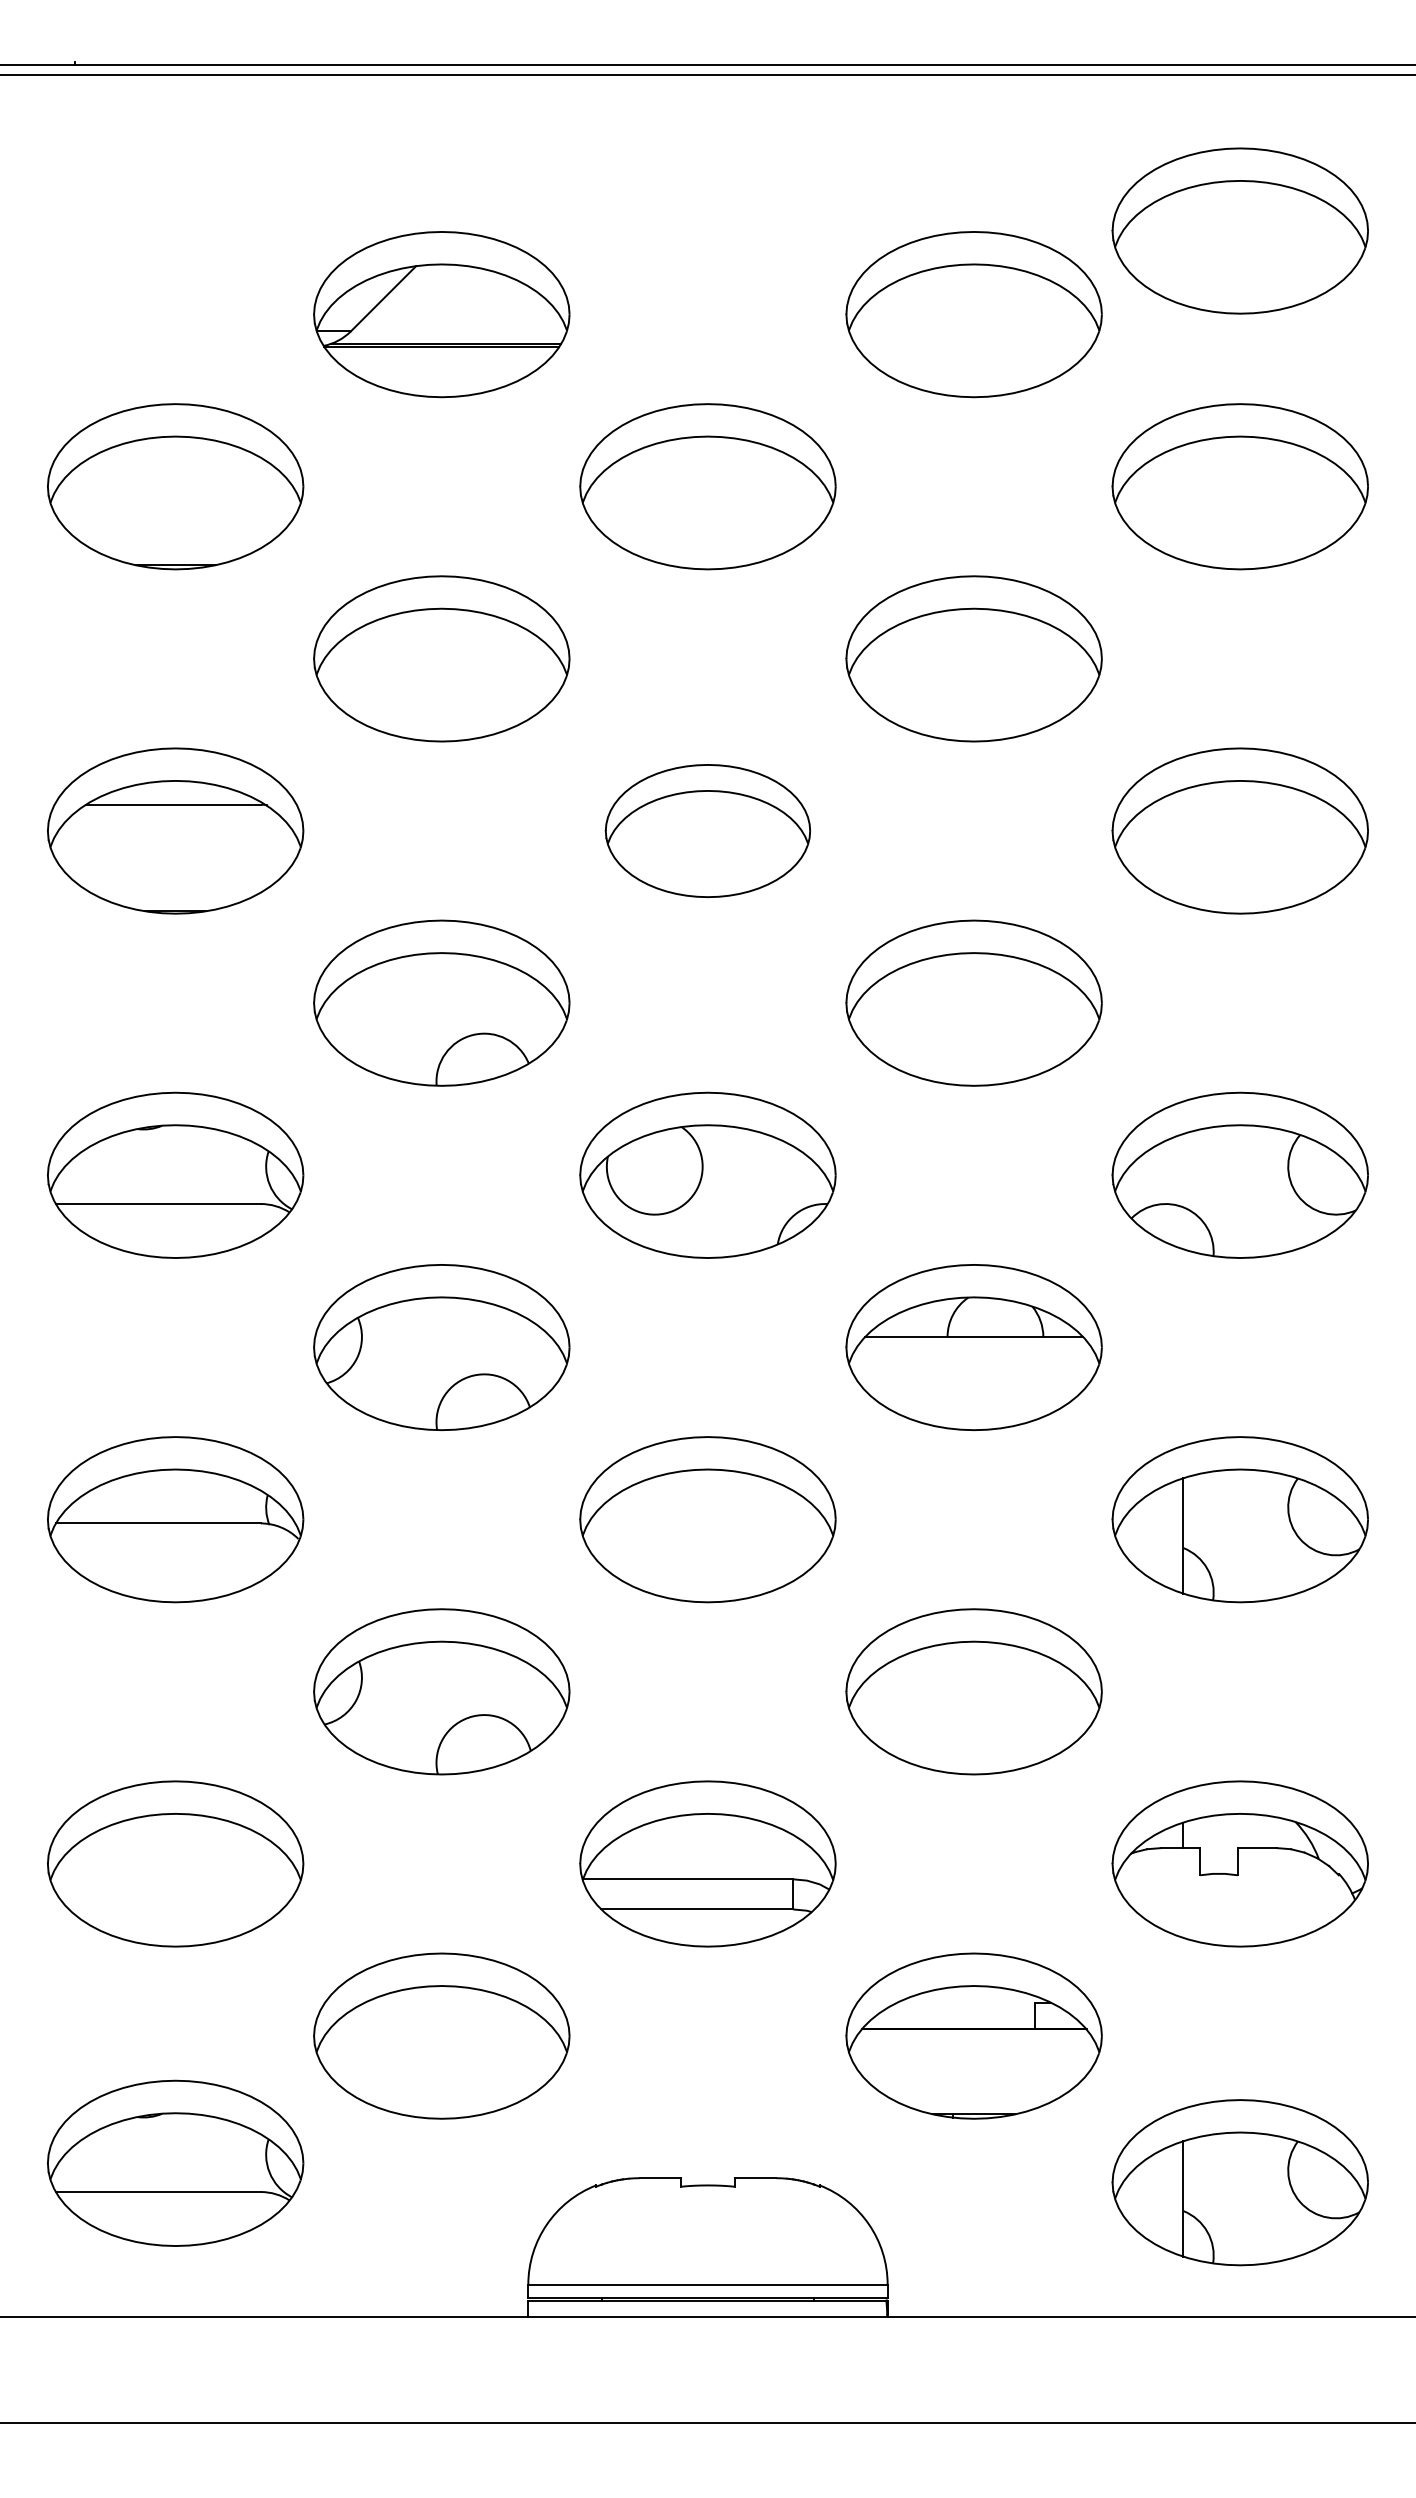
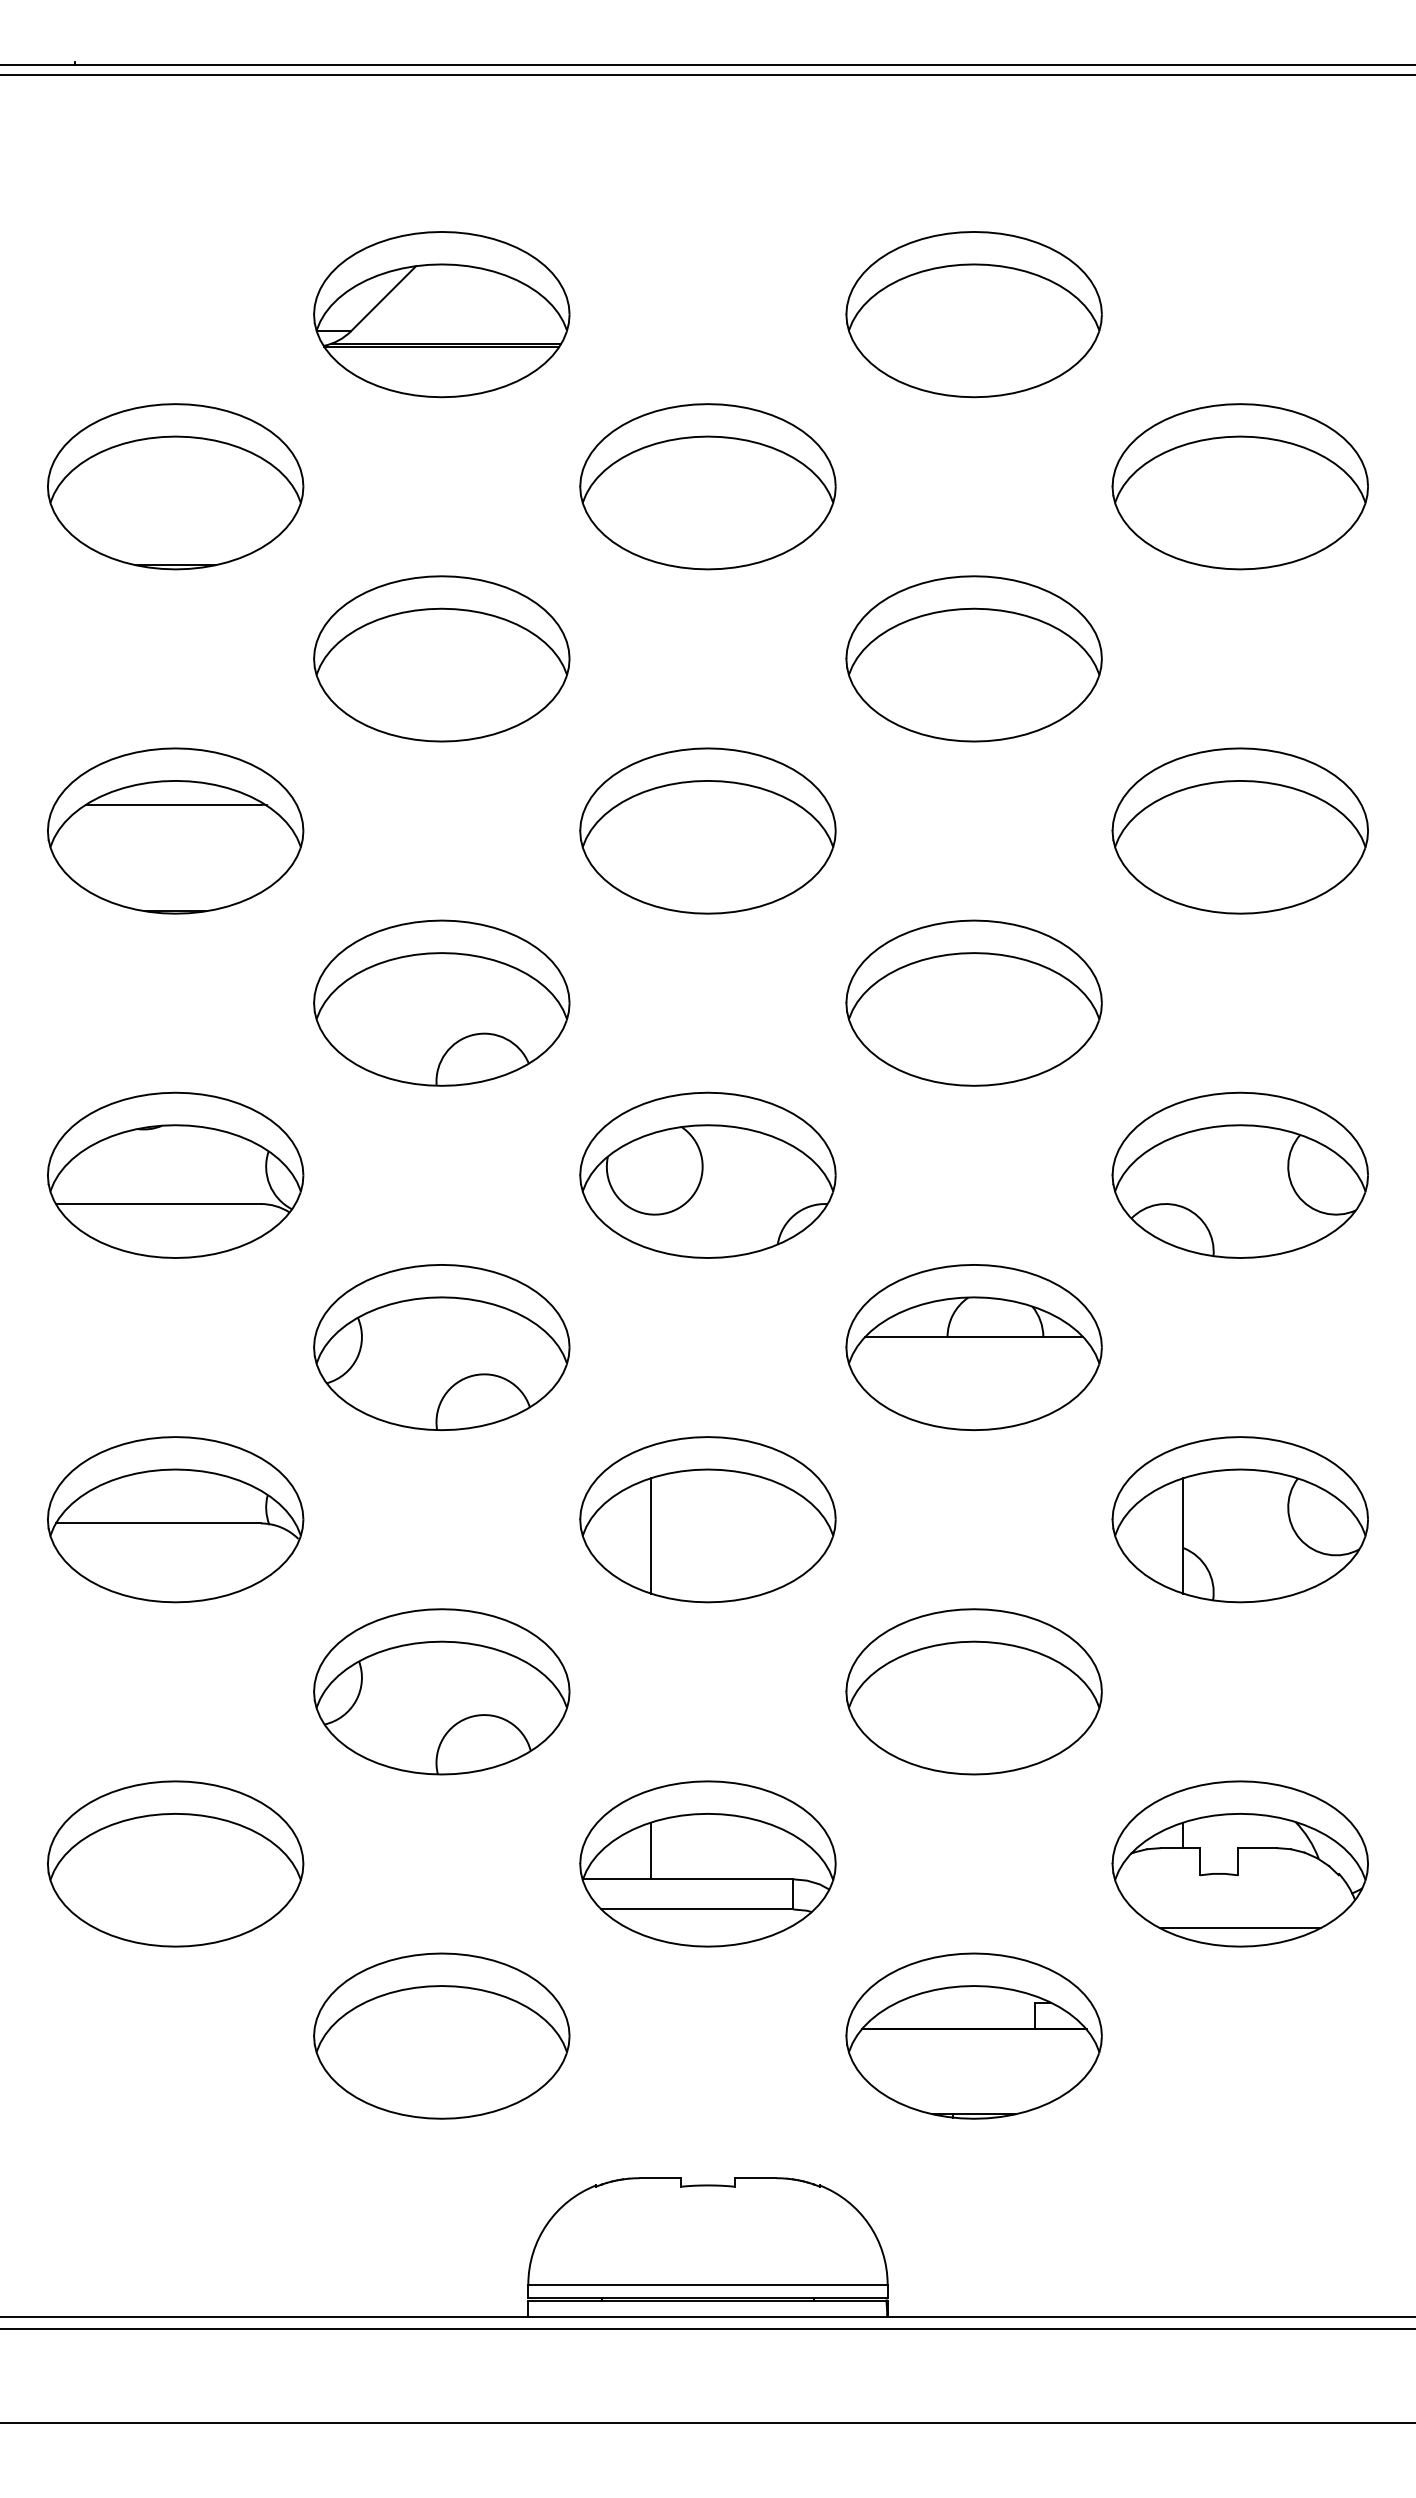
part at (1239, 230): present -> none
part at (707, 830) size: 208x134 px -> 258x168 px
line at (651, 1535): none -> present
line at (651, 1850): none -> present
line at (1239, 1927): none -> present
part at (175, 2162): present -> none
part at (1239, 2182): present -> none
line at (707, 2329): none -> present
